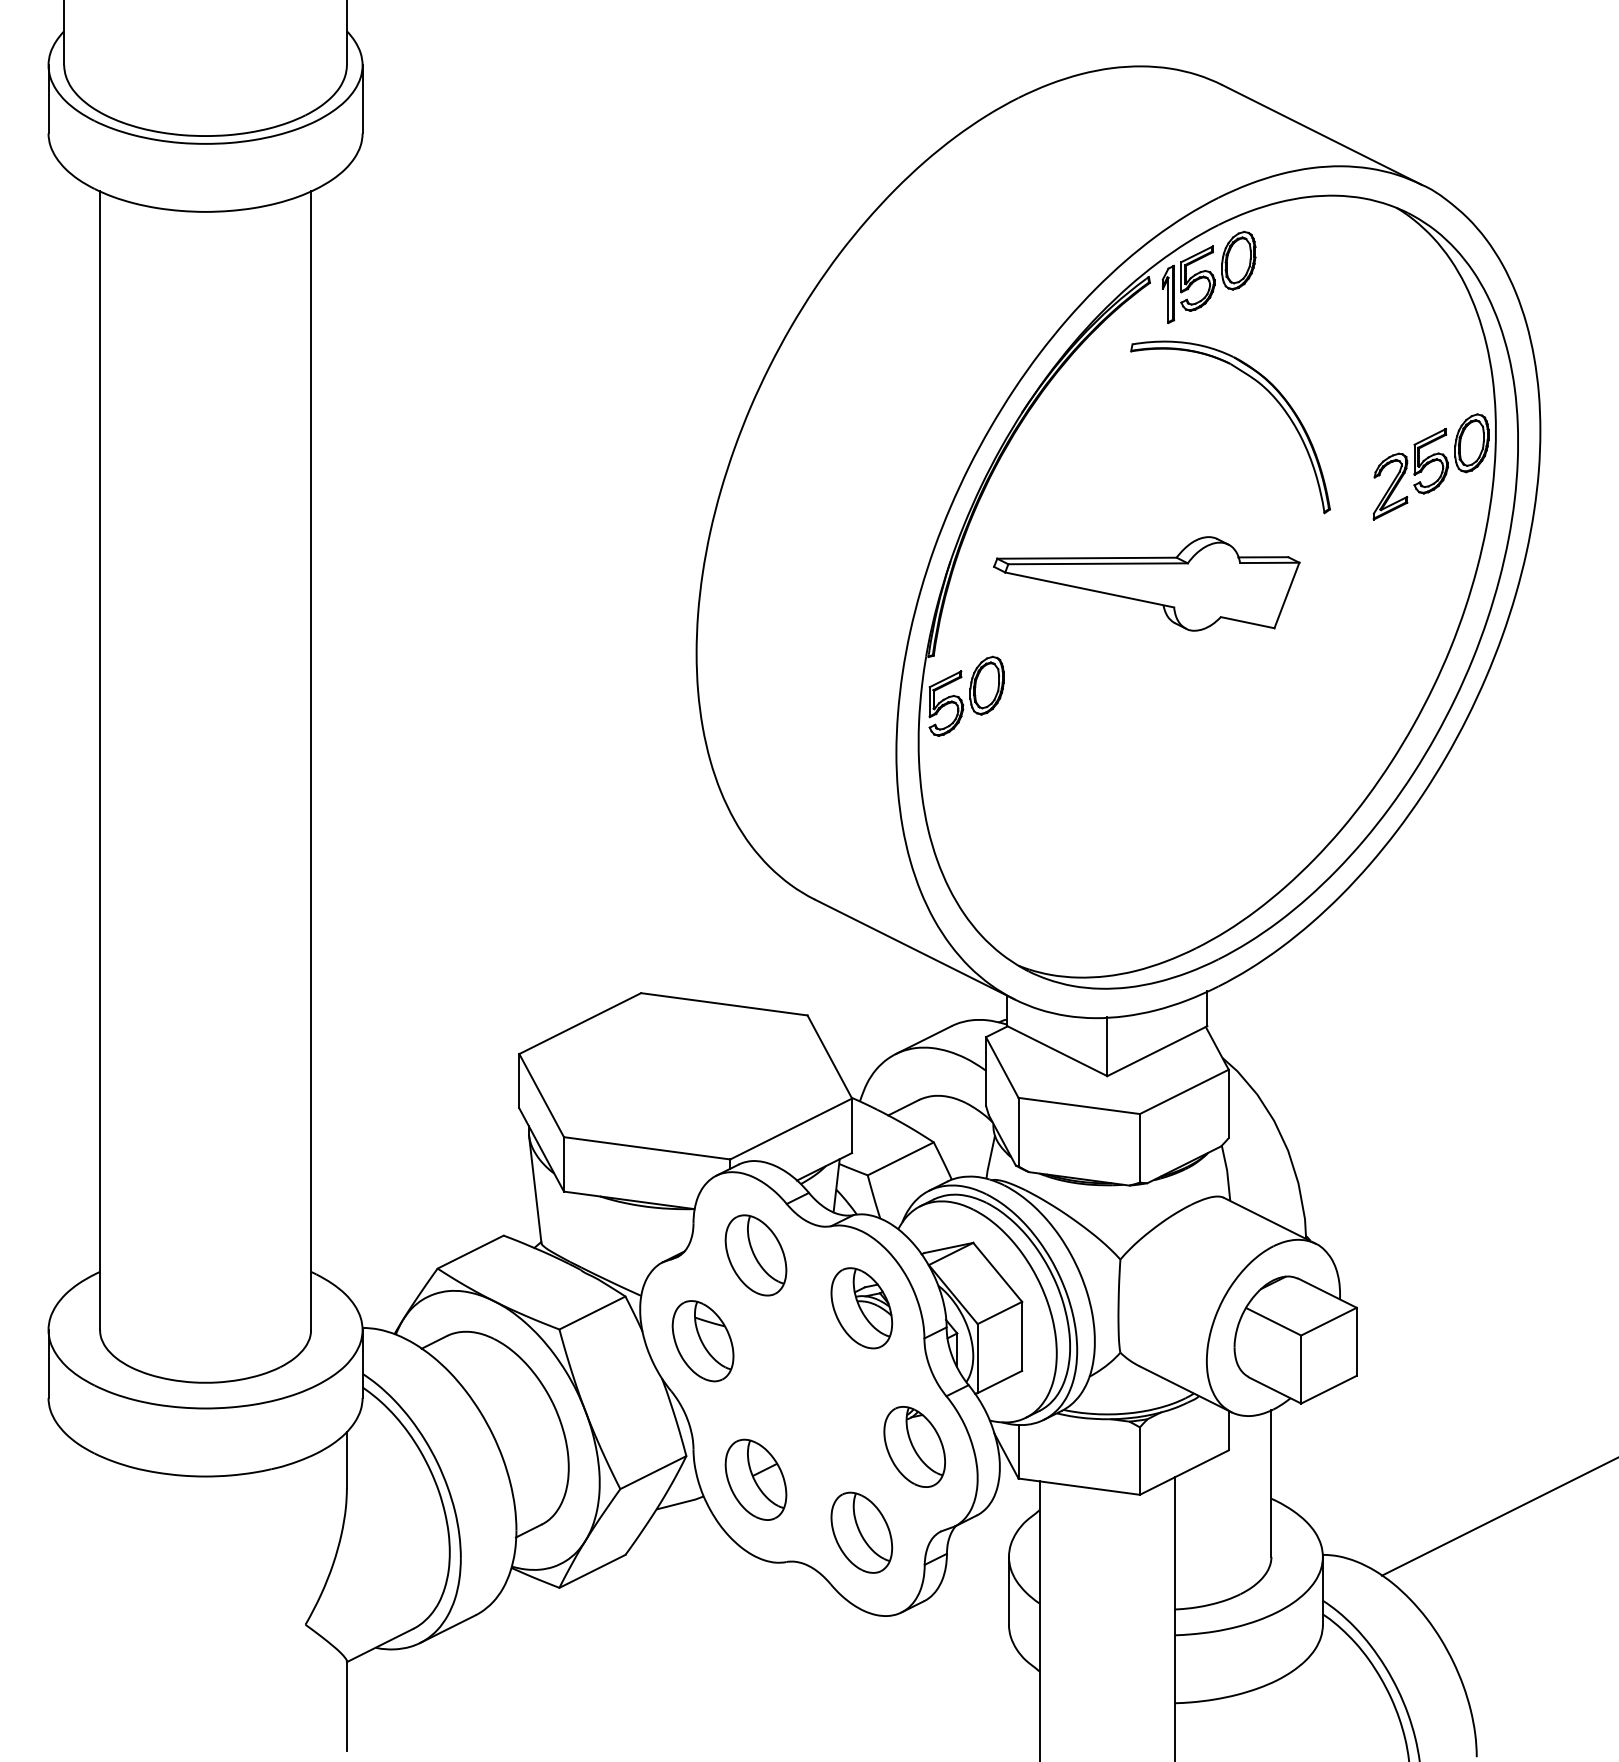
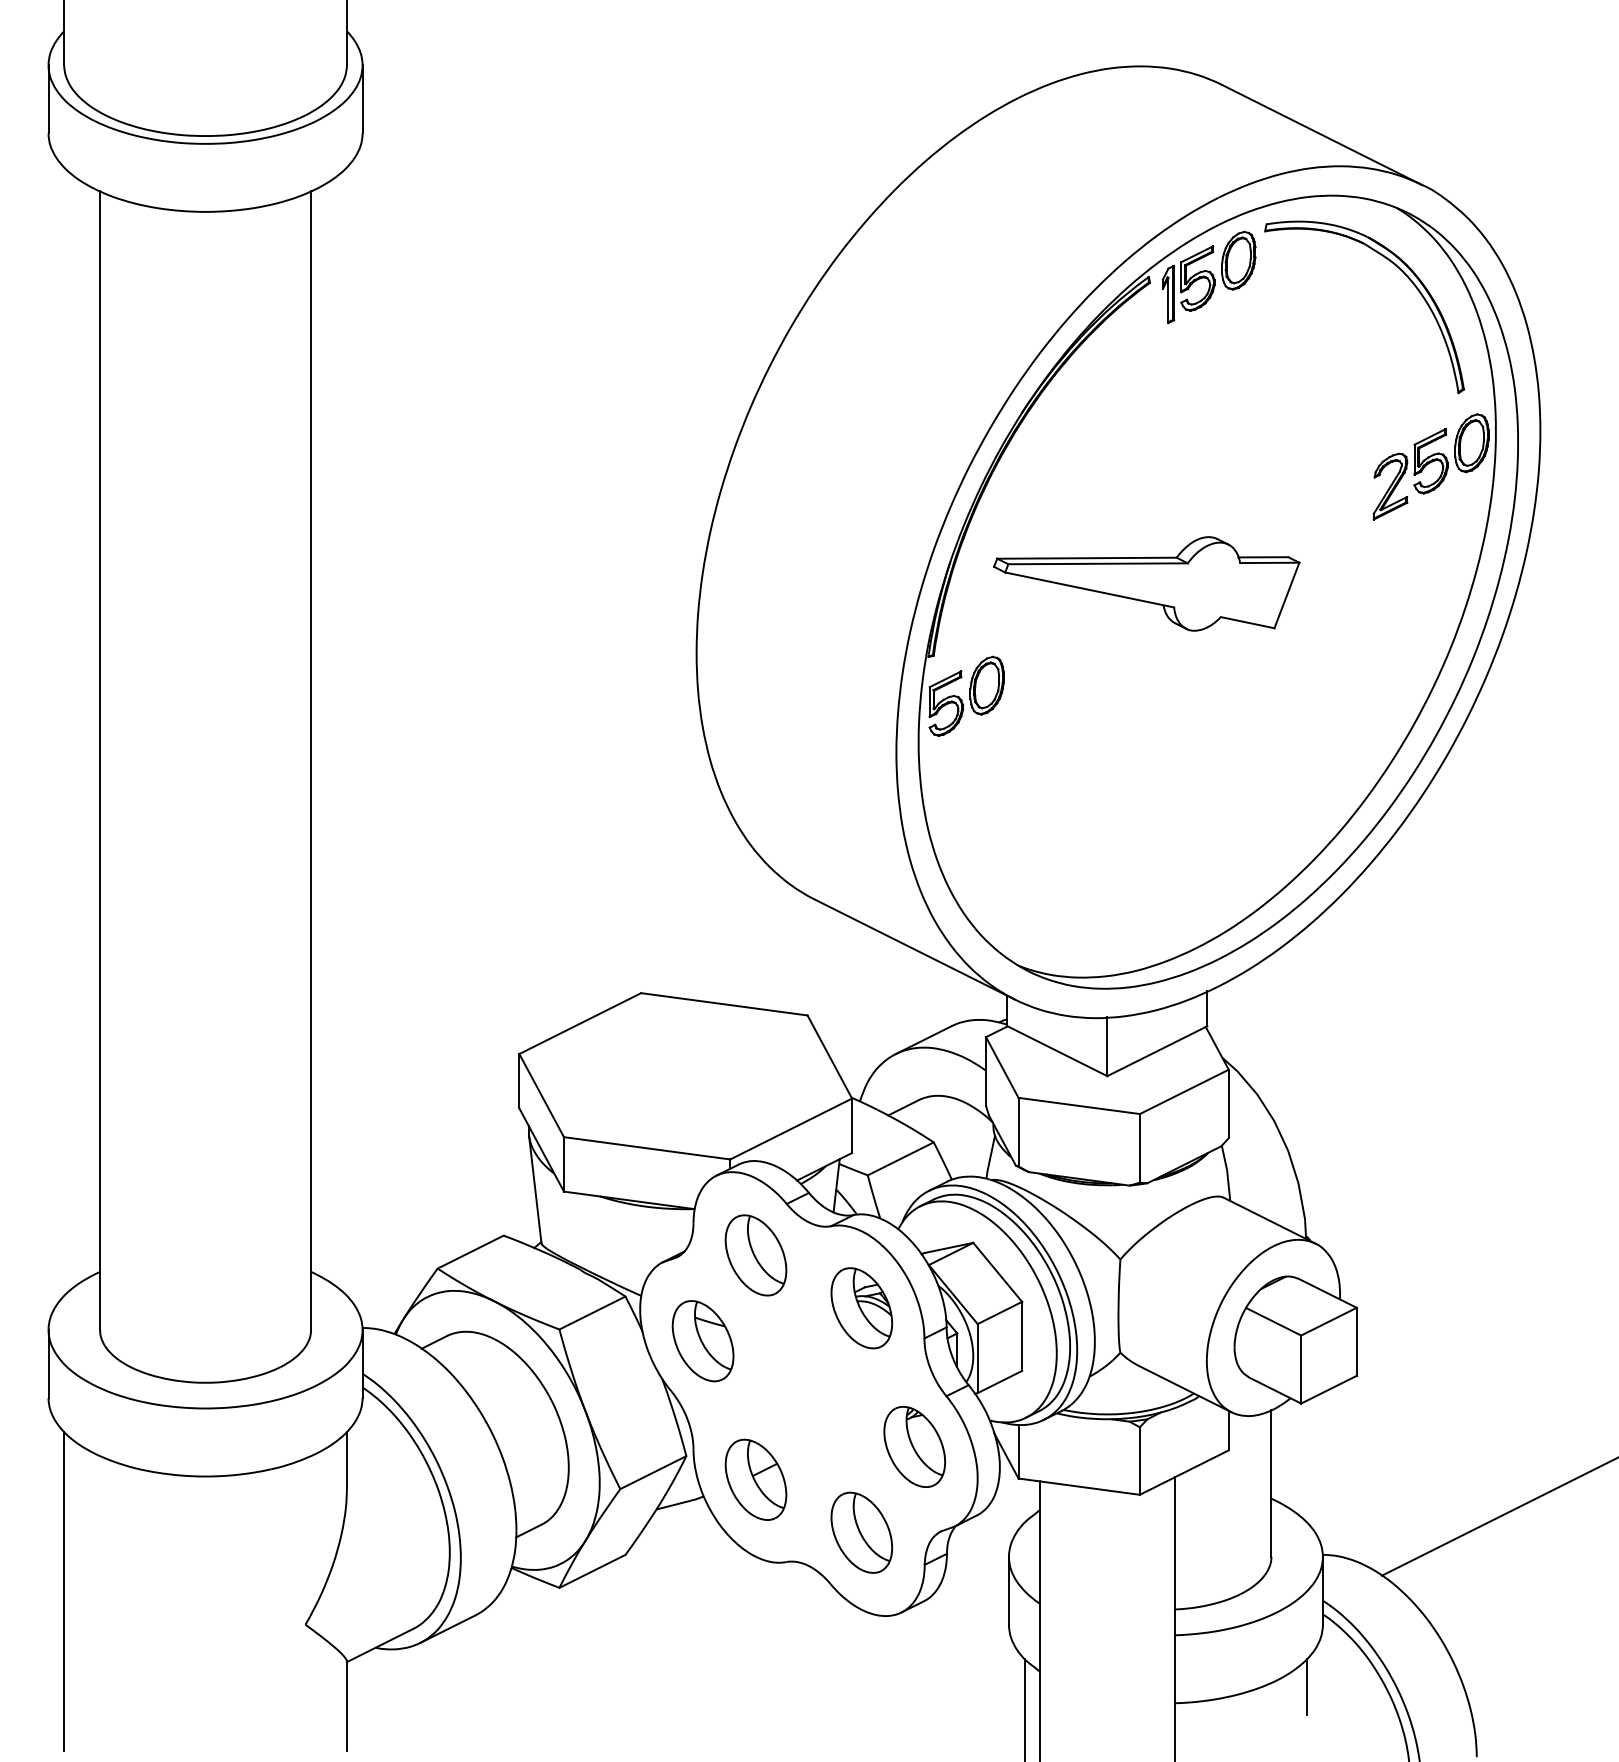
part at (1261, 386) position: (1261, 386) -> (1395, 266)
line at (64, 1591): none -> present
line at (1307, 1686): none -> present
line at (1024, 1708): none -> present
